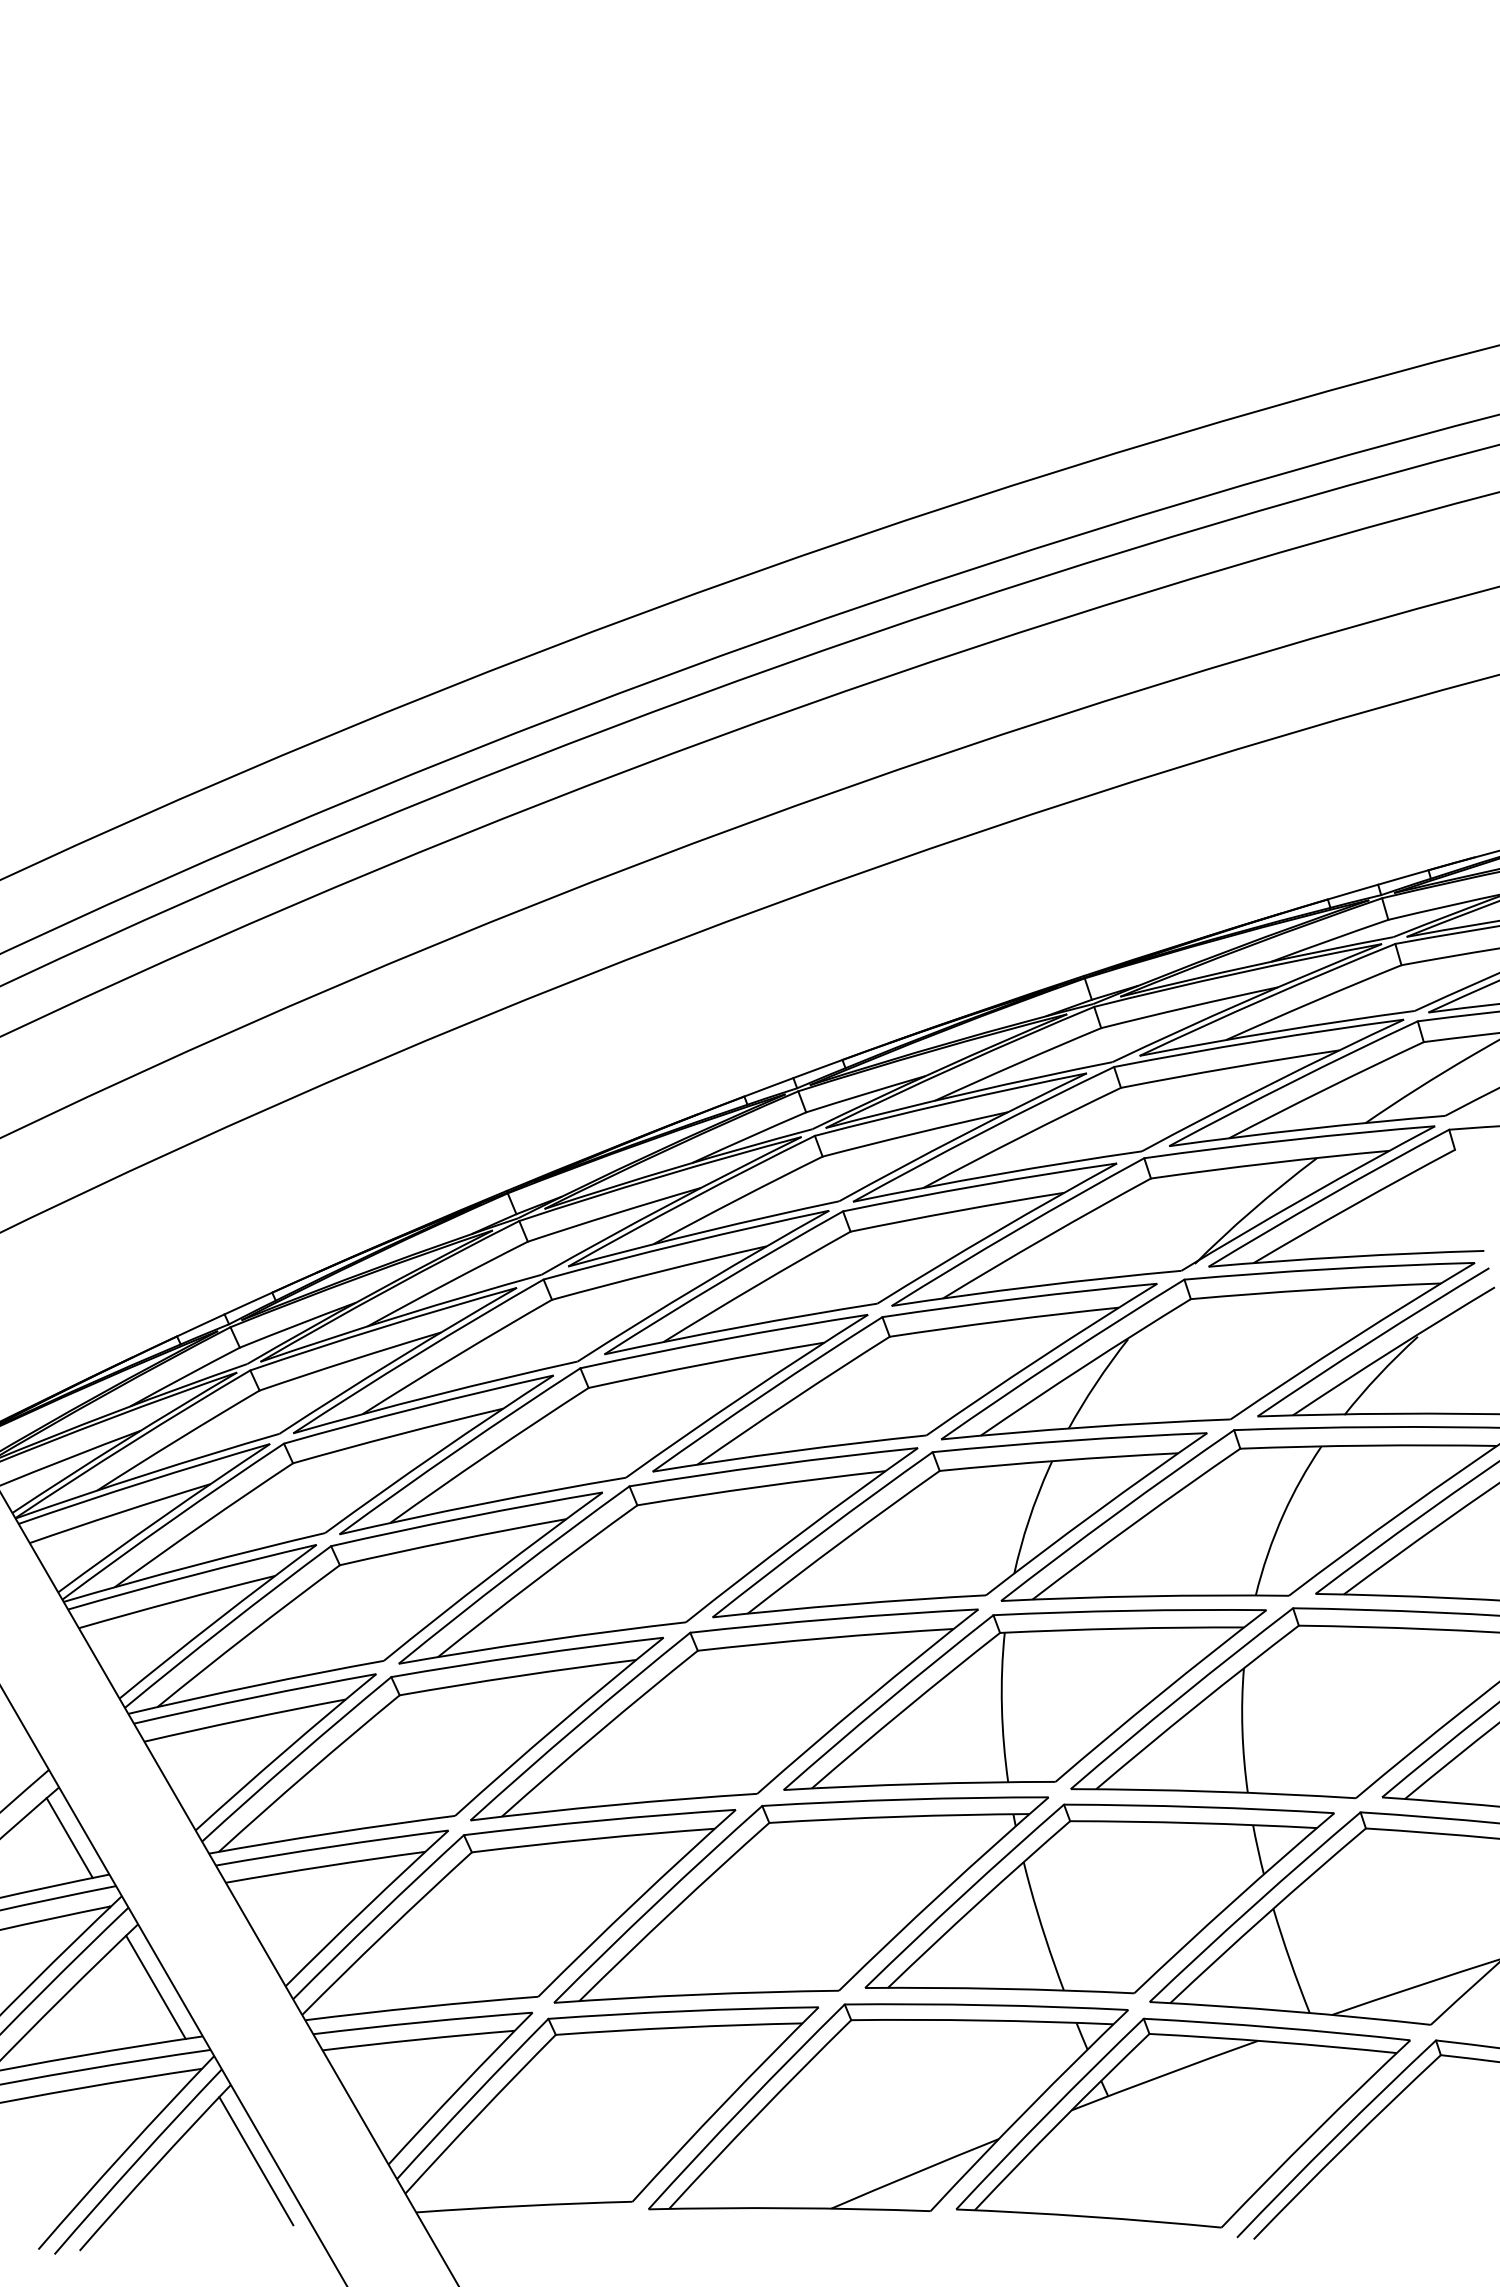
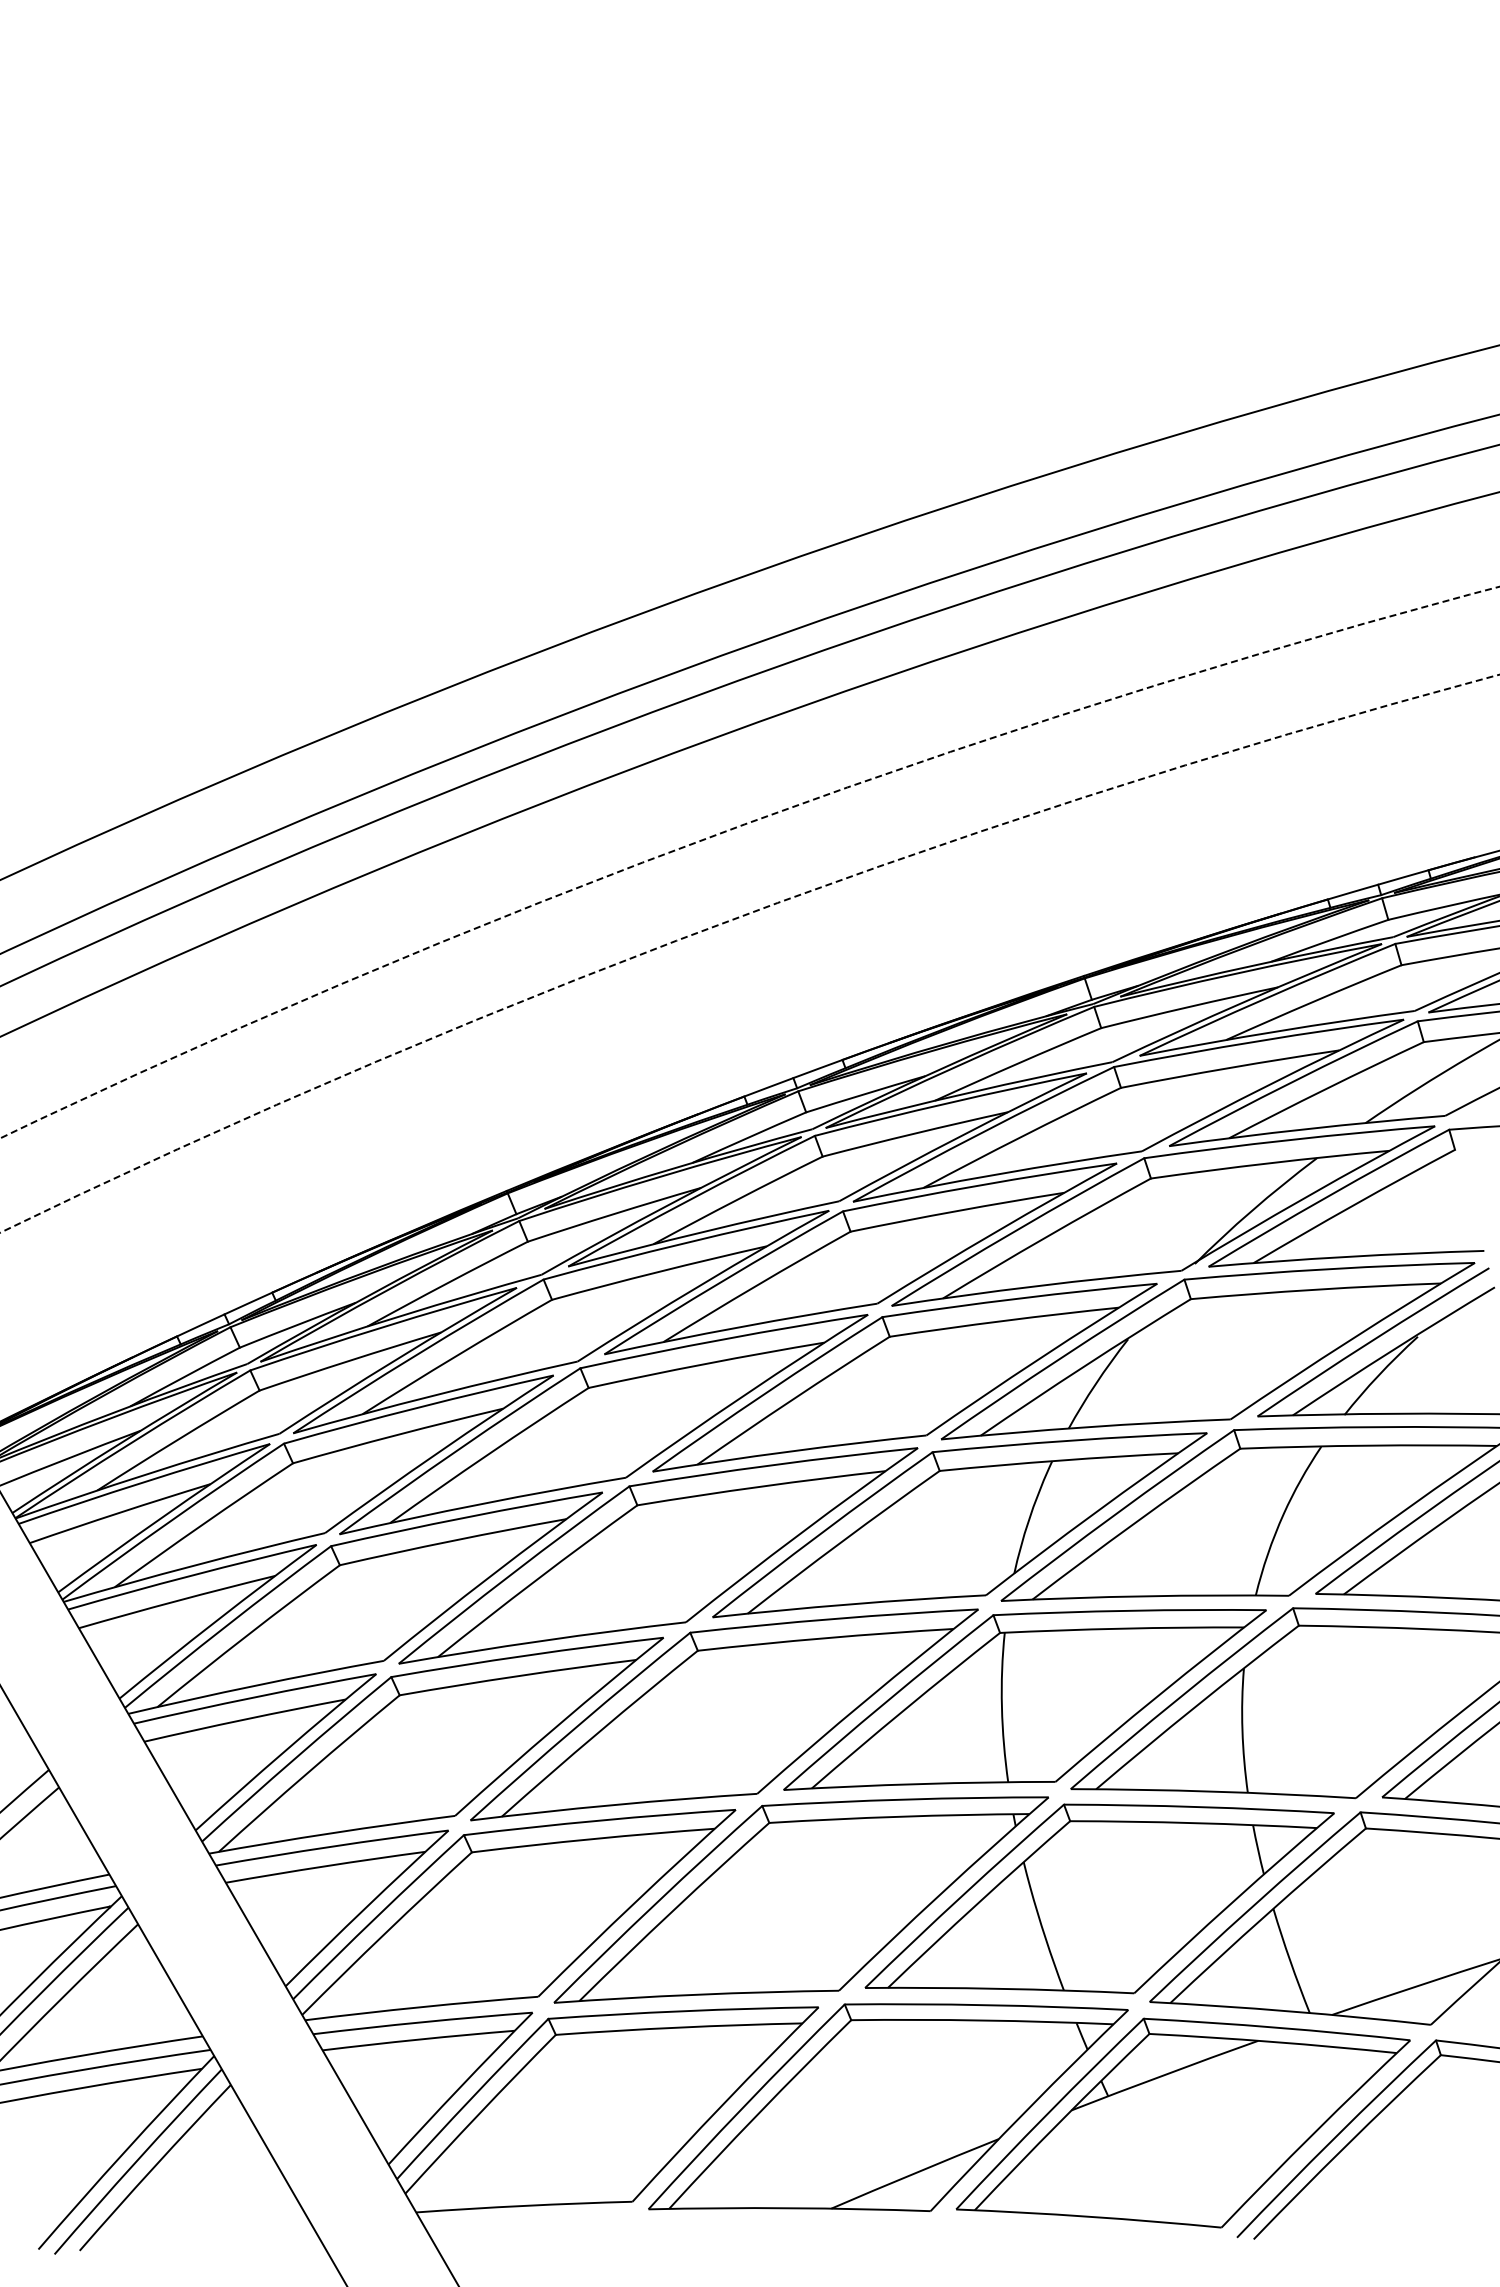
arc at (736, 827): solid -> dashed
arc at (736, 918): solid -> dashed
line at (69, 1837): present -> none
line at (155, 1986): present -> none
line at (256, 2161): present -> none
